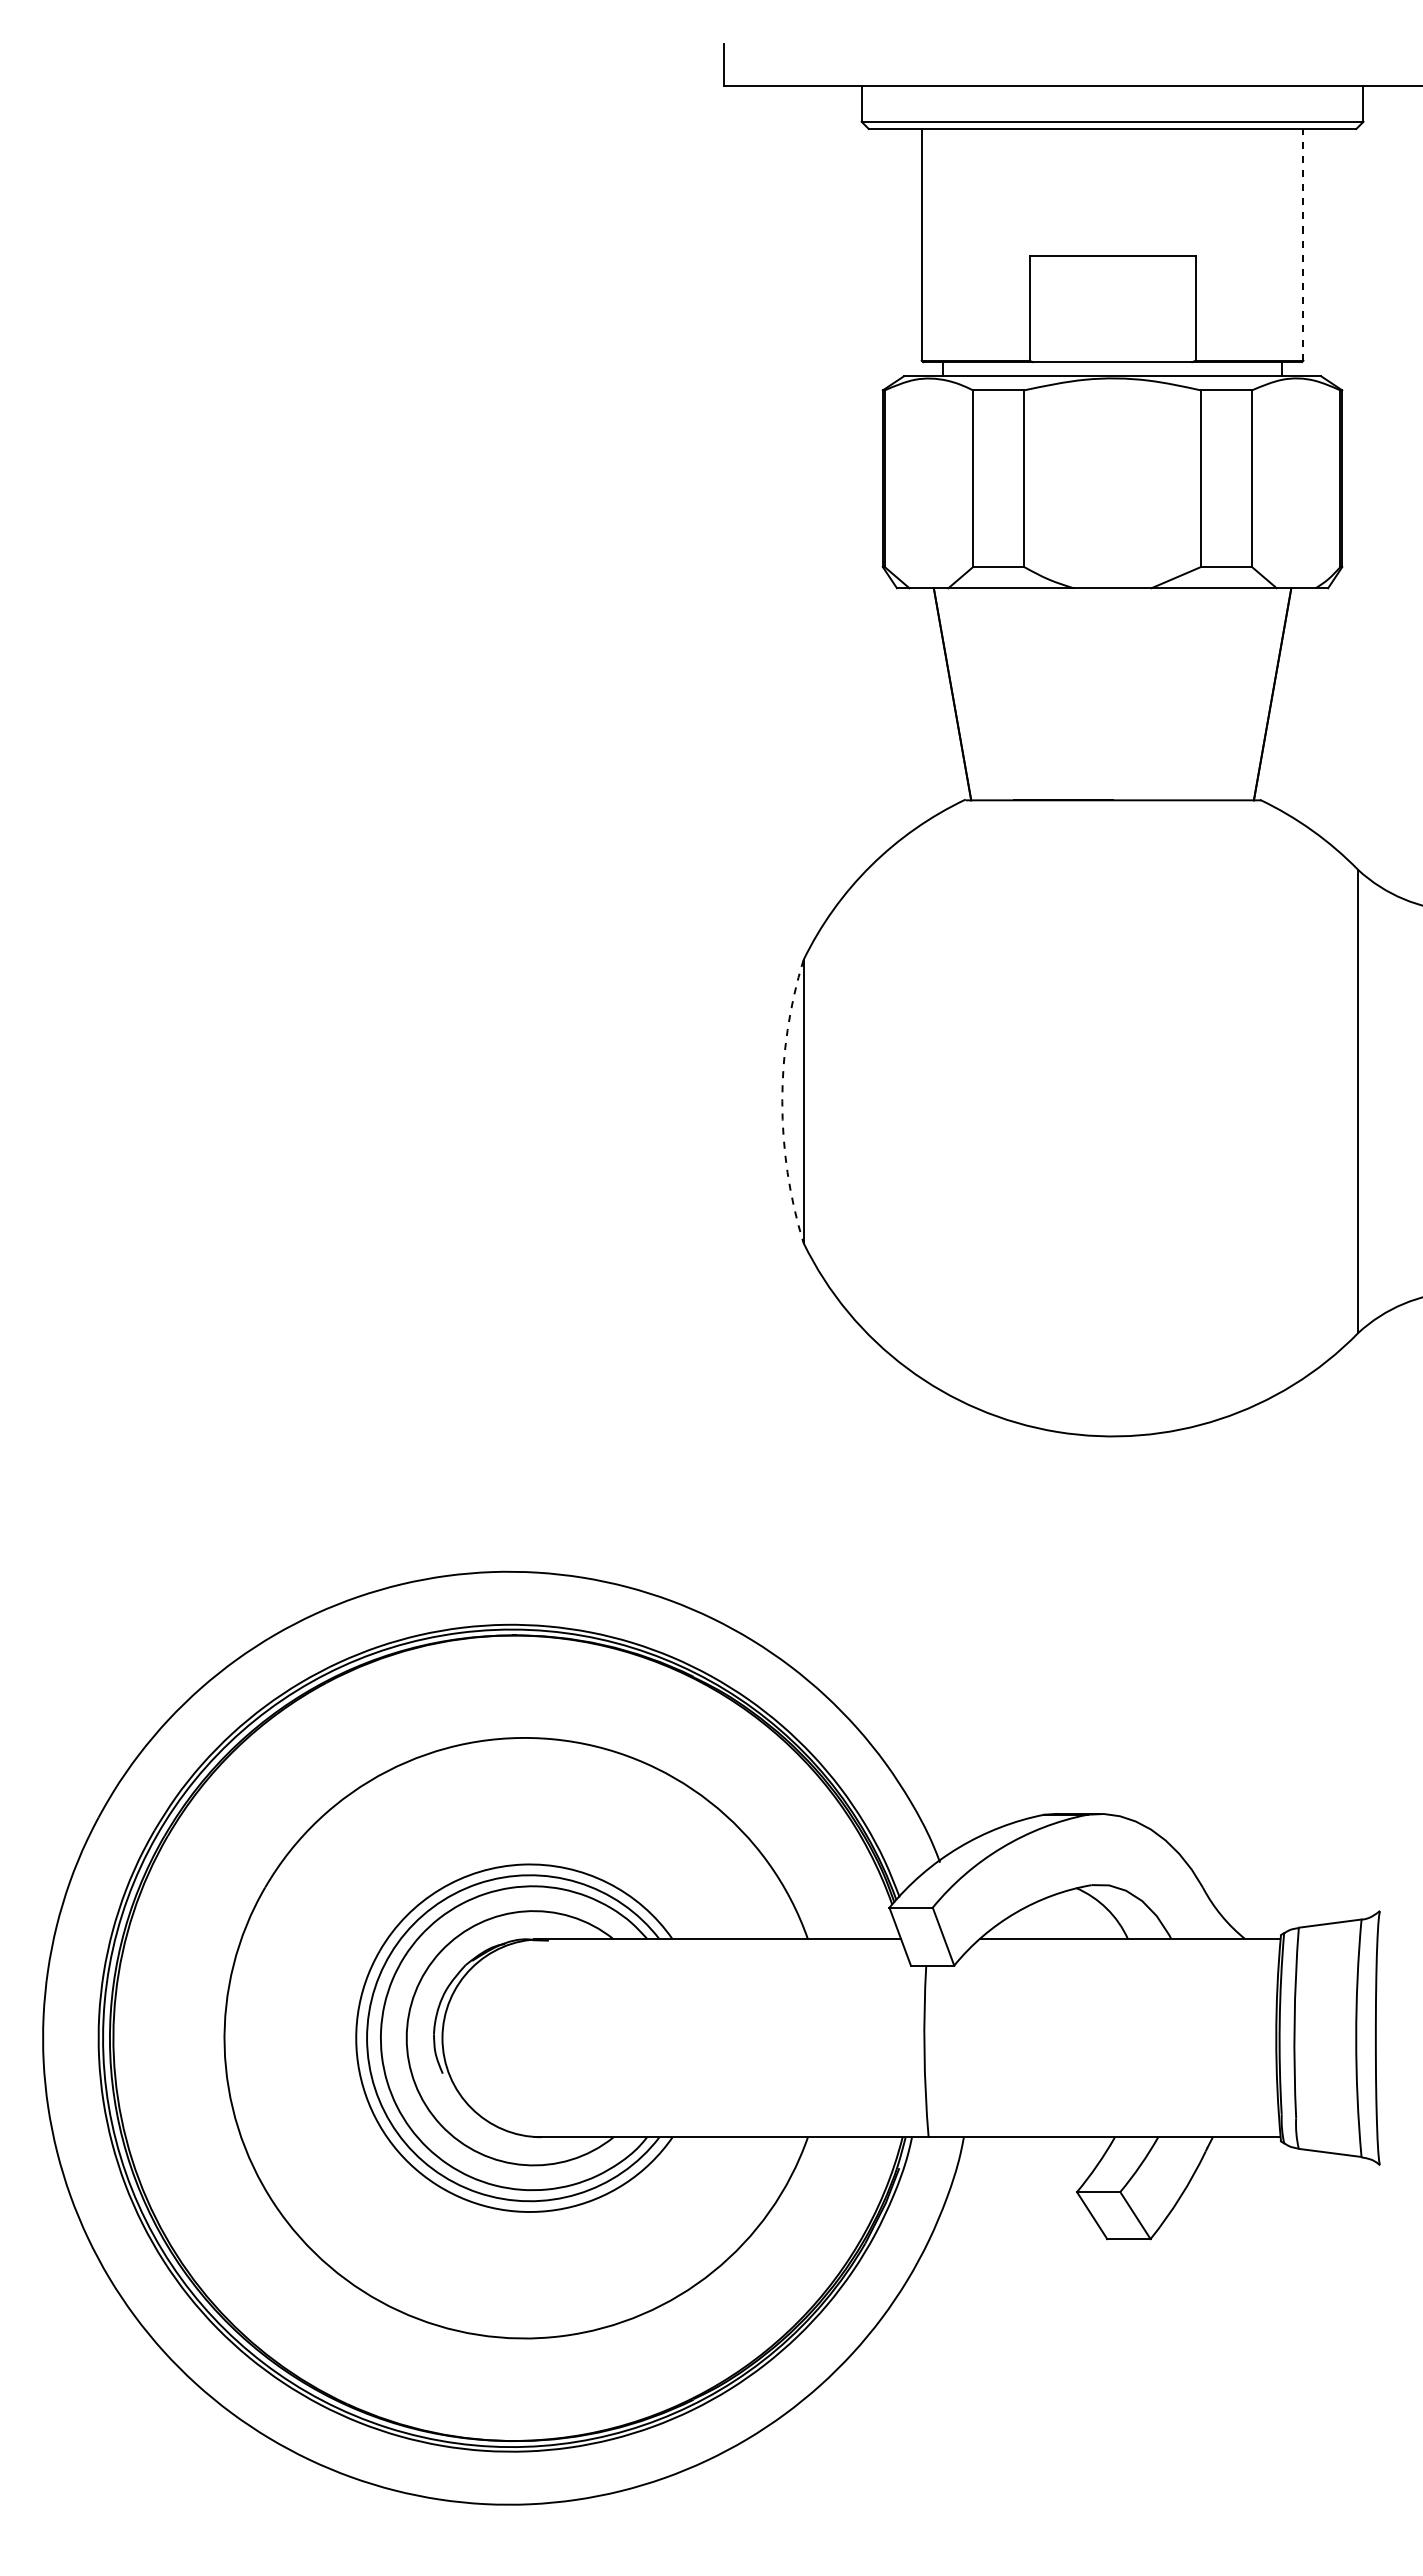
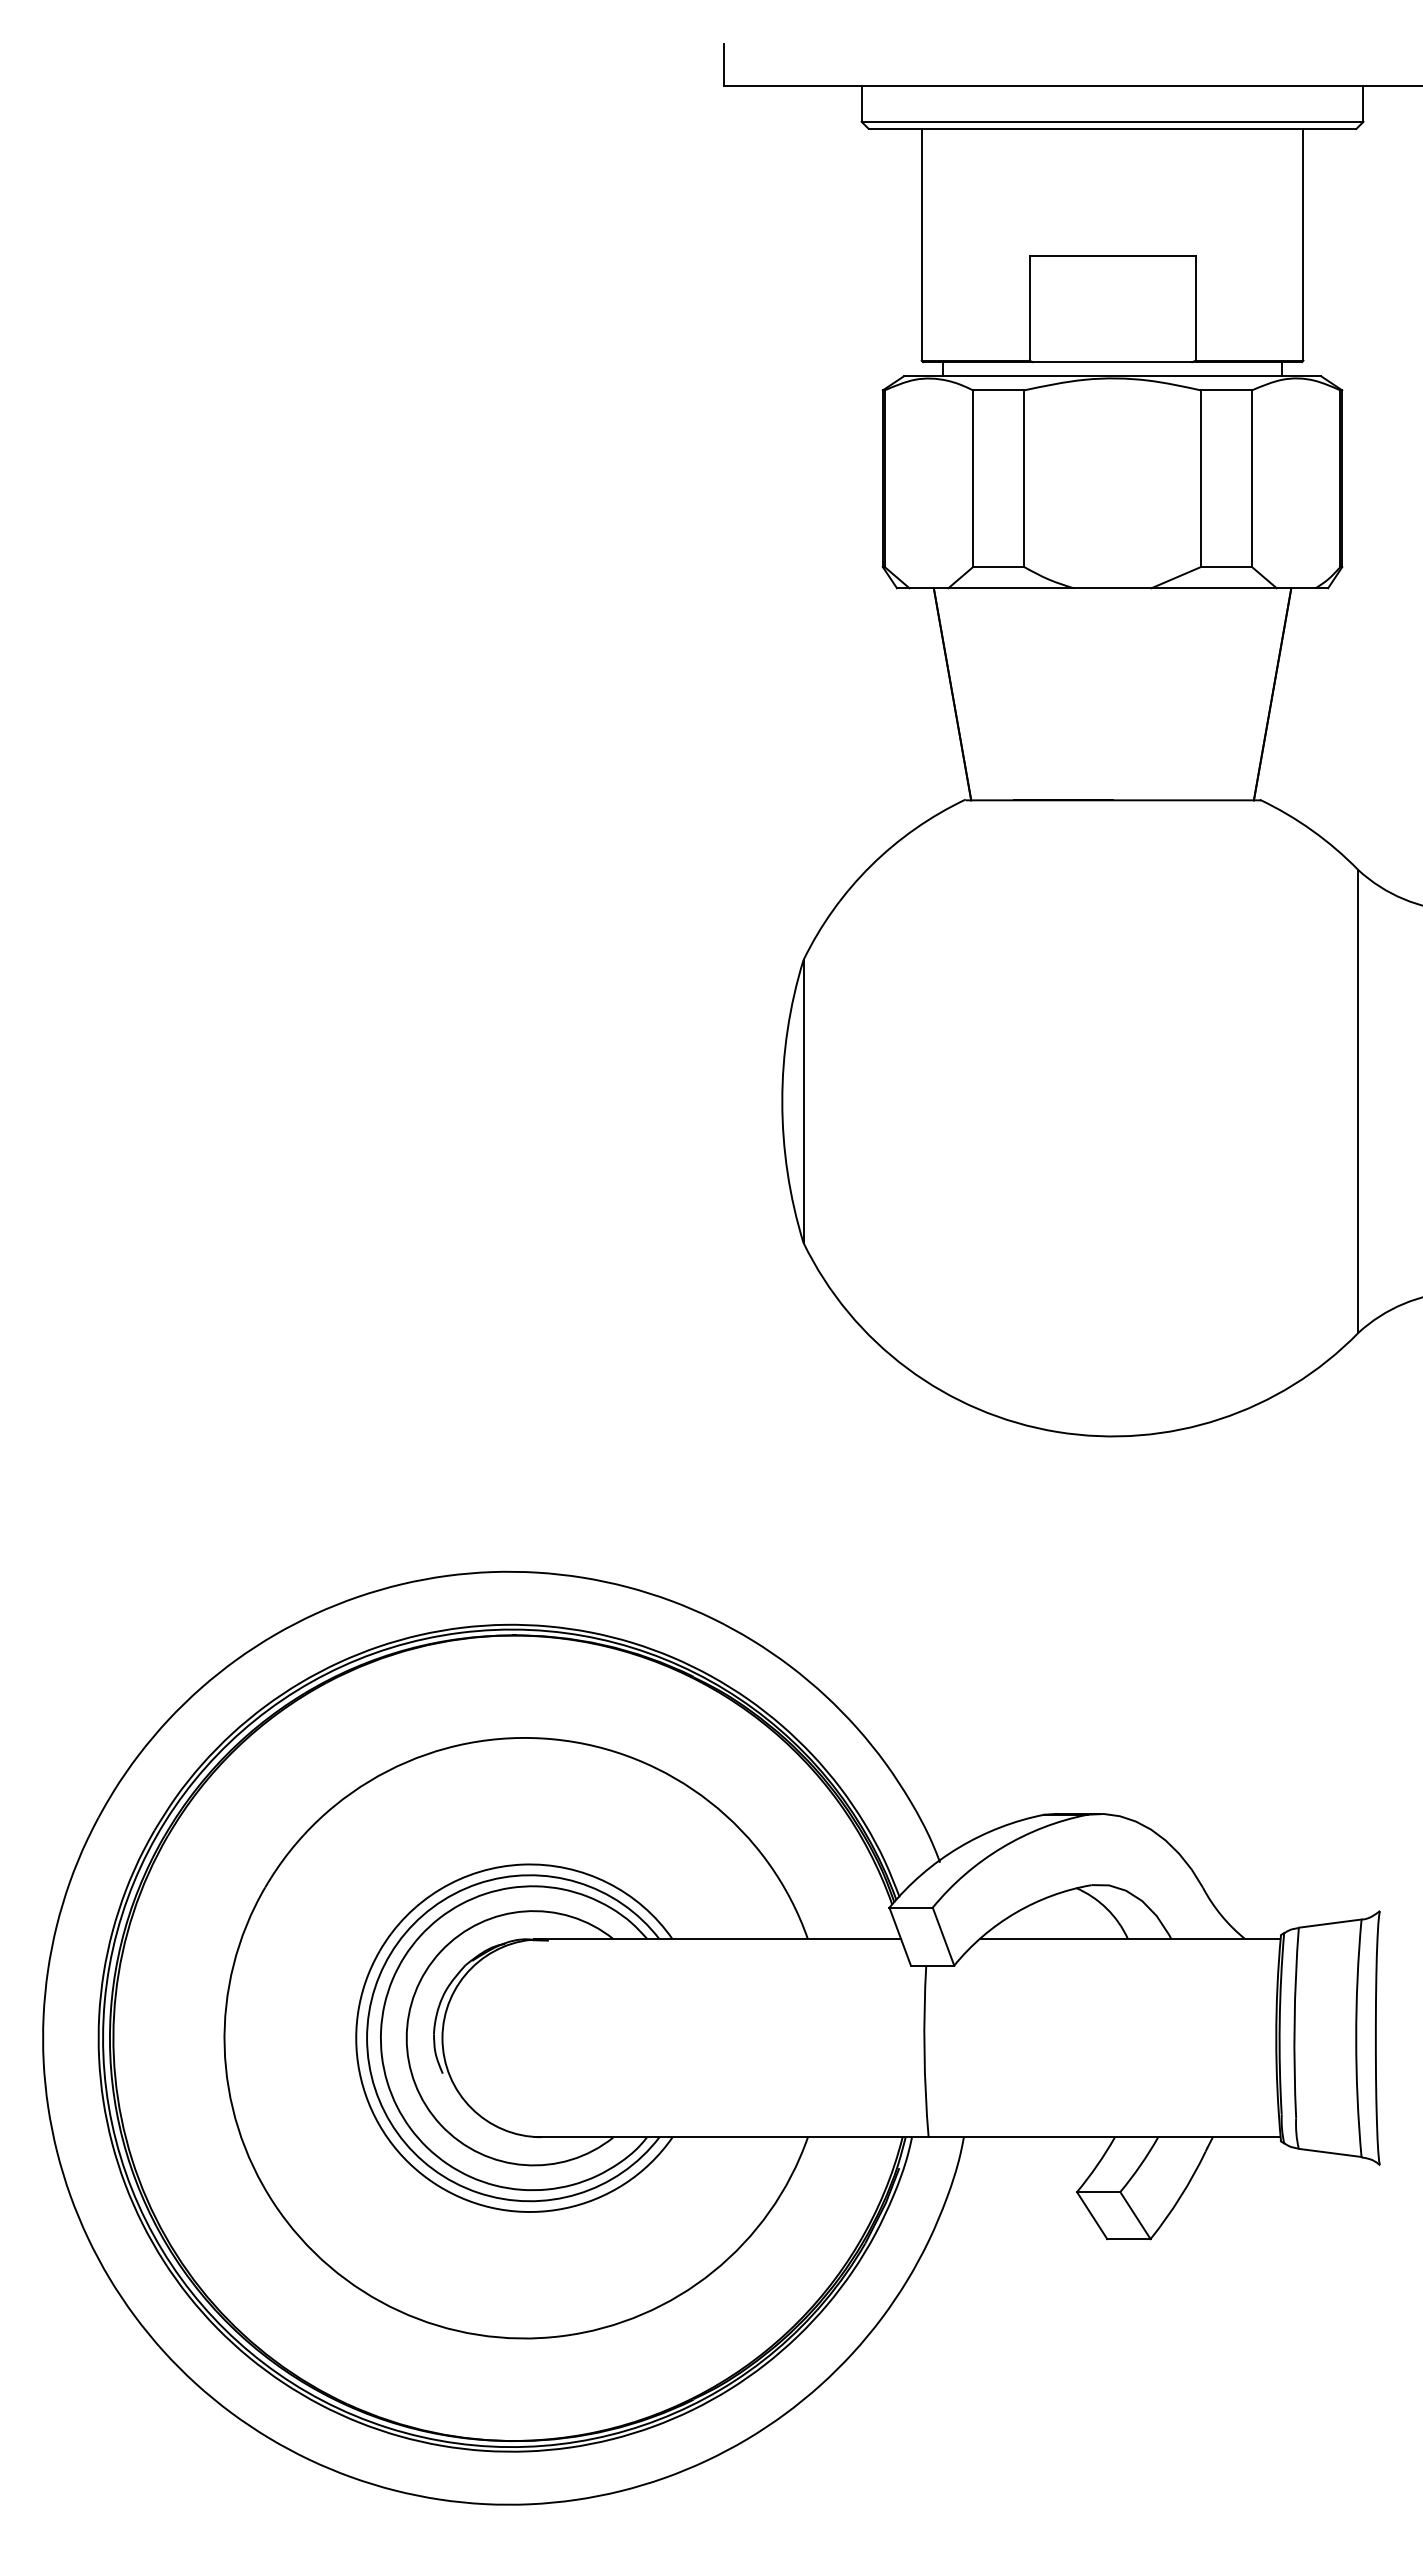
line at (1303, 244): dashed -> solid
arc at (782, 1101): dashed -> solid
